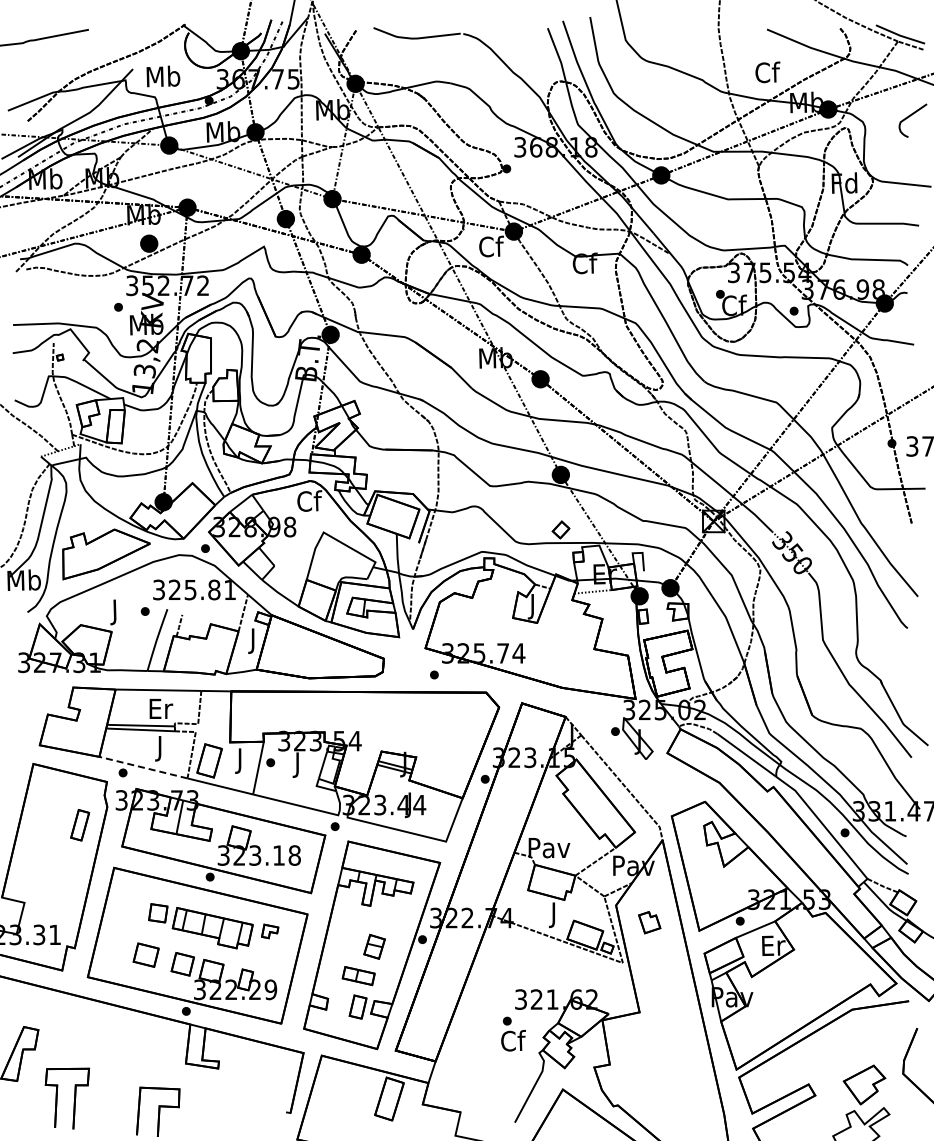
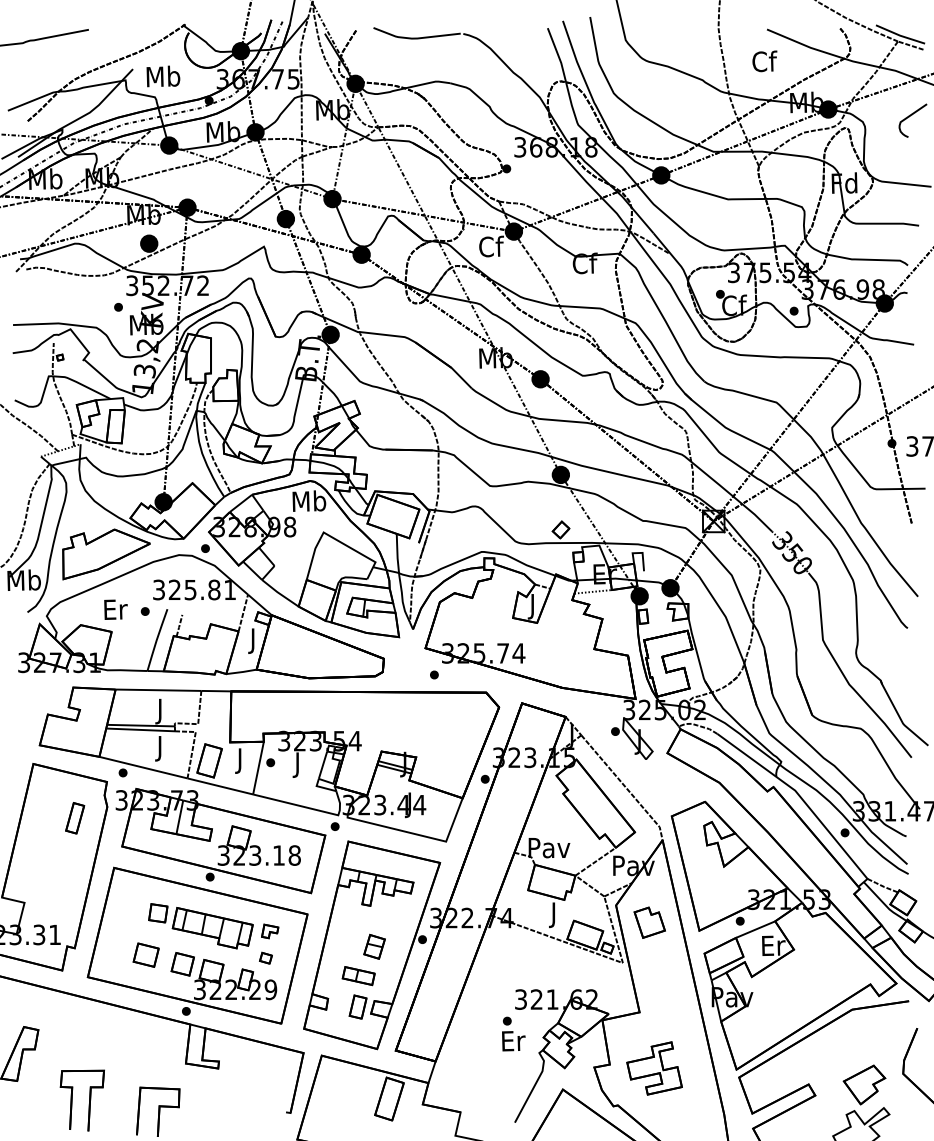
text at (767, 72) position: (767, 72) -> (764, 61)
text at (309, 500): Cf -> Mb
text at (115, 612): J -> Er
text at (161, 711): Er -> J
line at (143, 767): dashed -> solid
part at (80, 825) position: (80, 825) -> (75, 818)
part at (649, 922) size: 24x24 px -> 33x33 px
part at (265, 957): none -> present
text at (513, 1040): Cf -> Er
part at (654, 1068): none -> present
part at (74, 1098) position: (74, 1098) -> (89, 1100)
